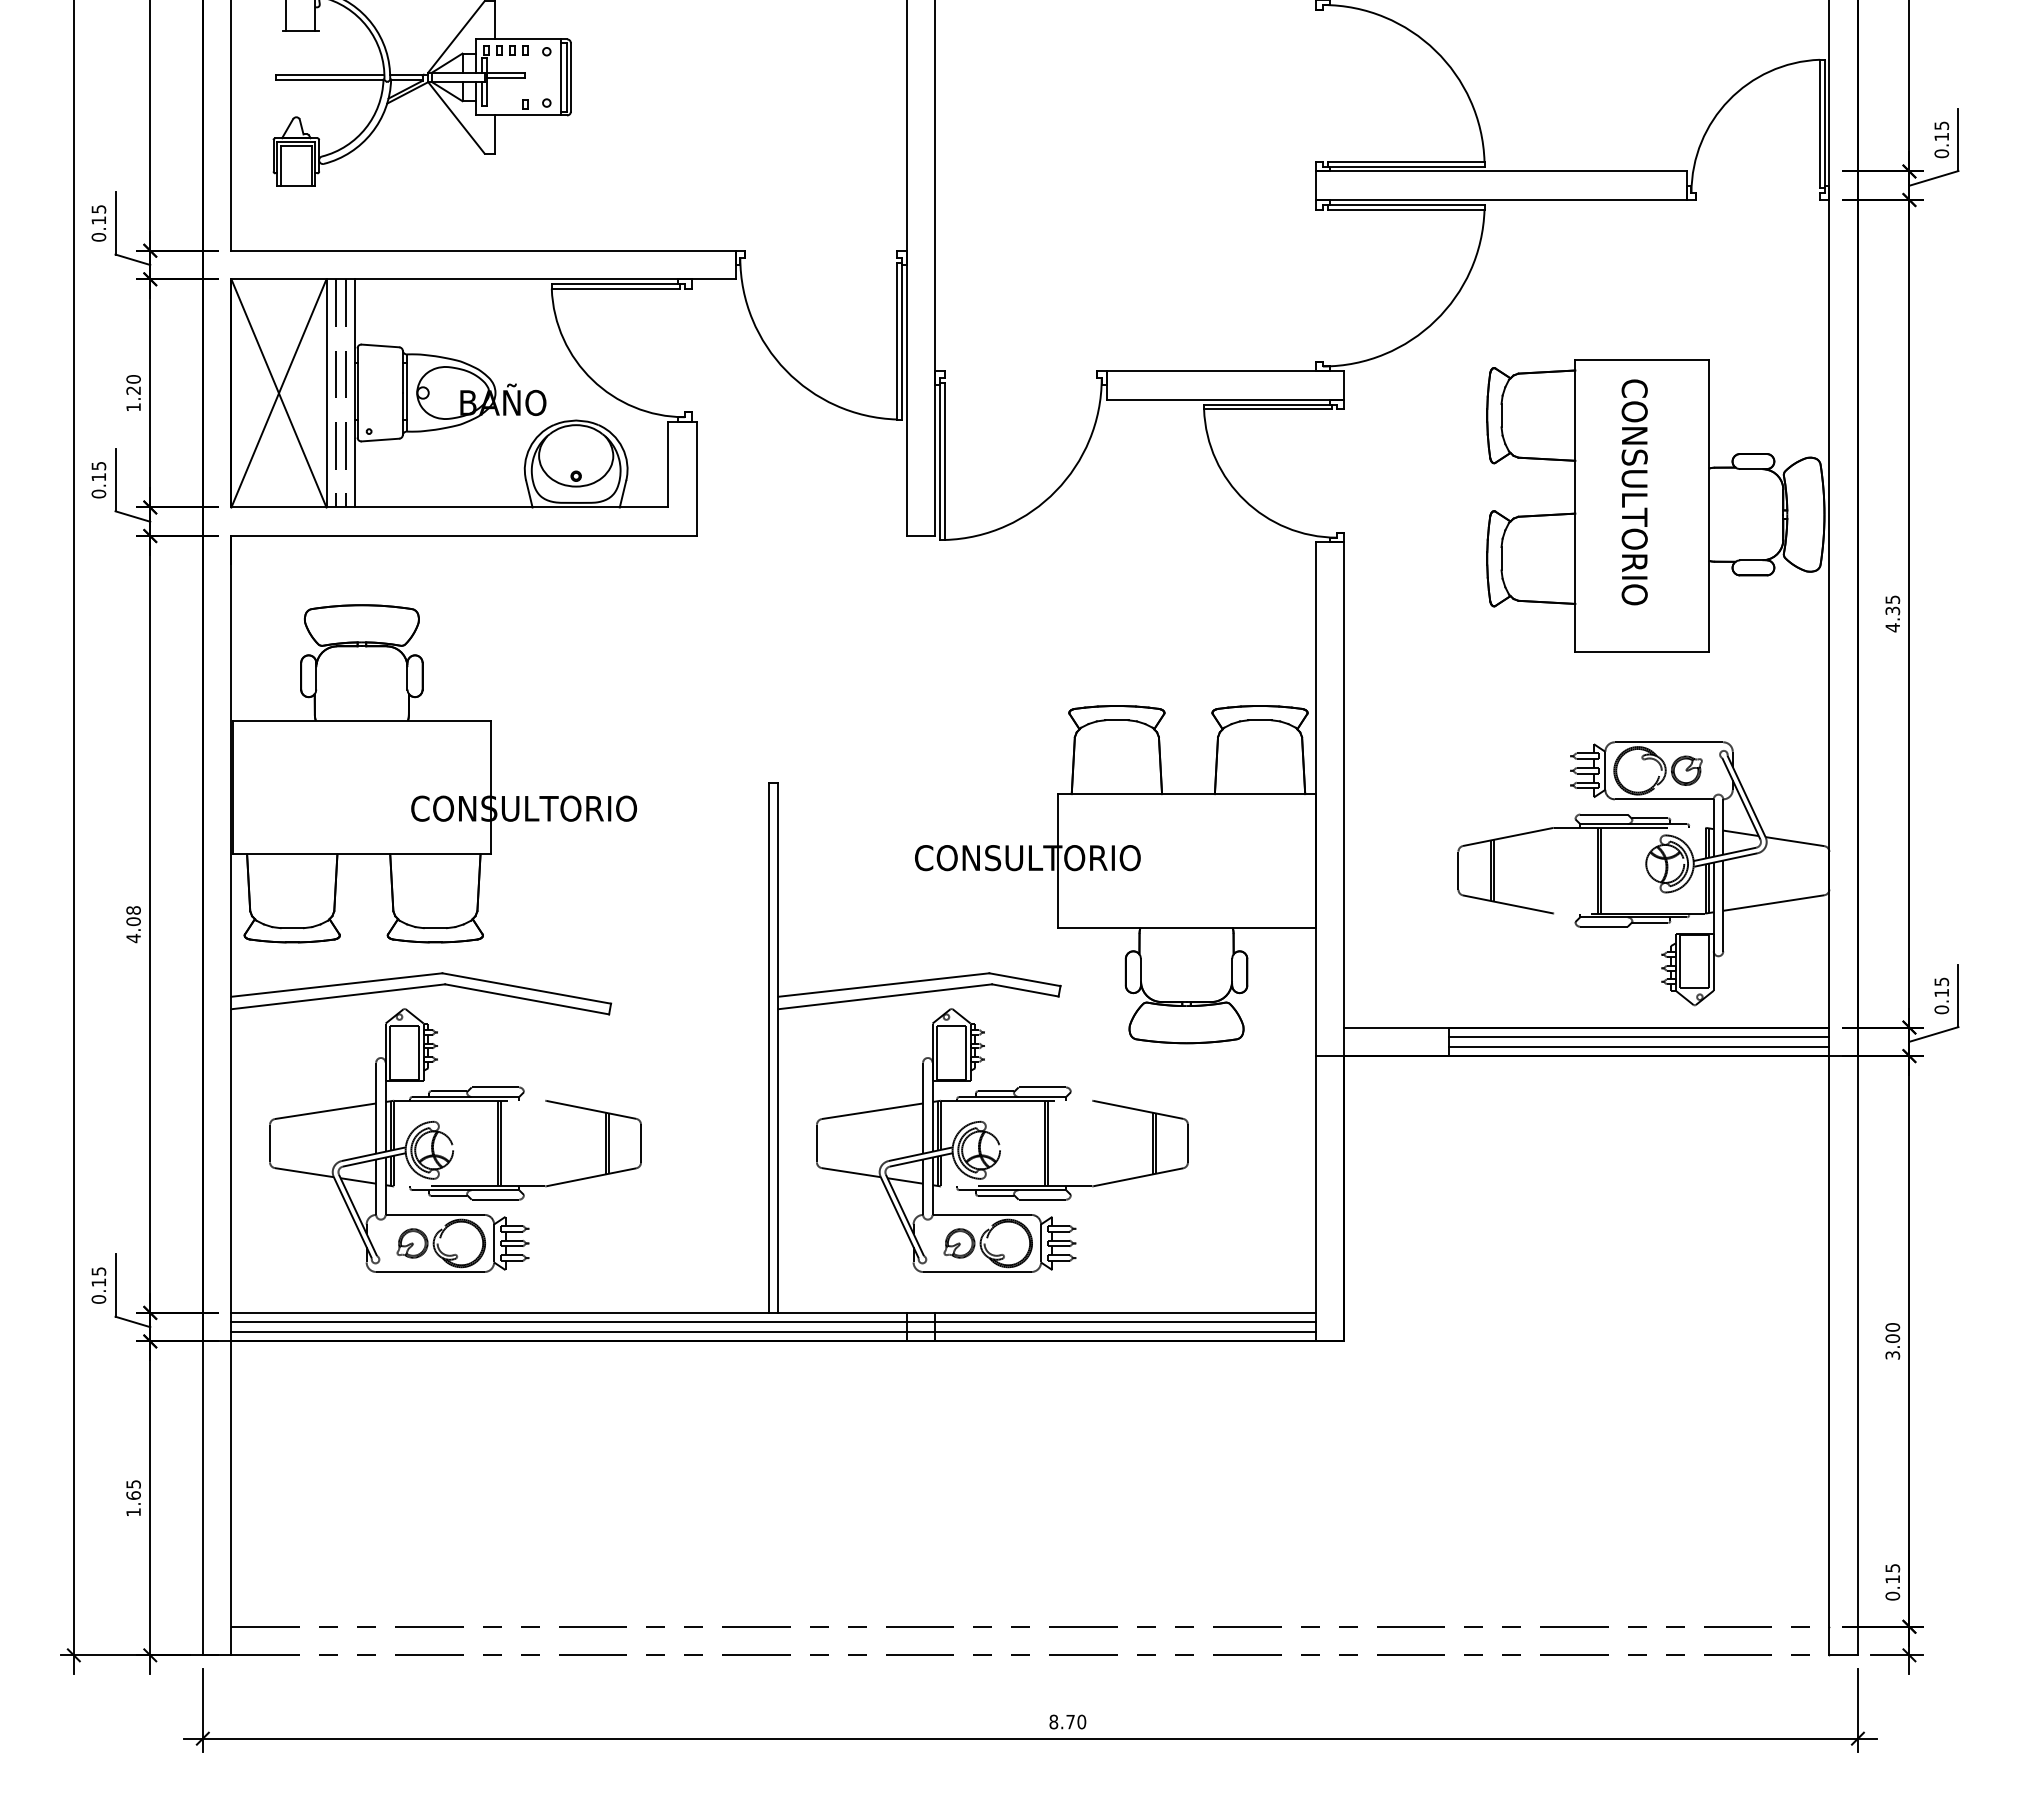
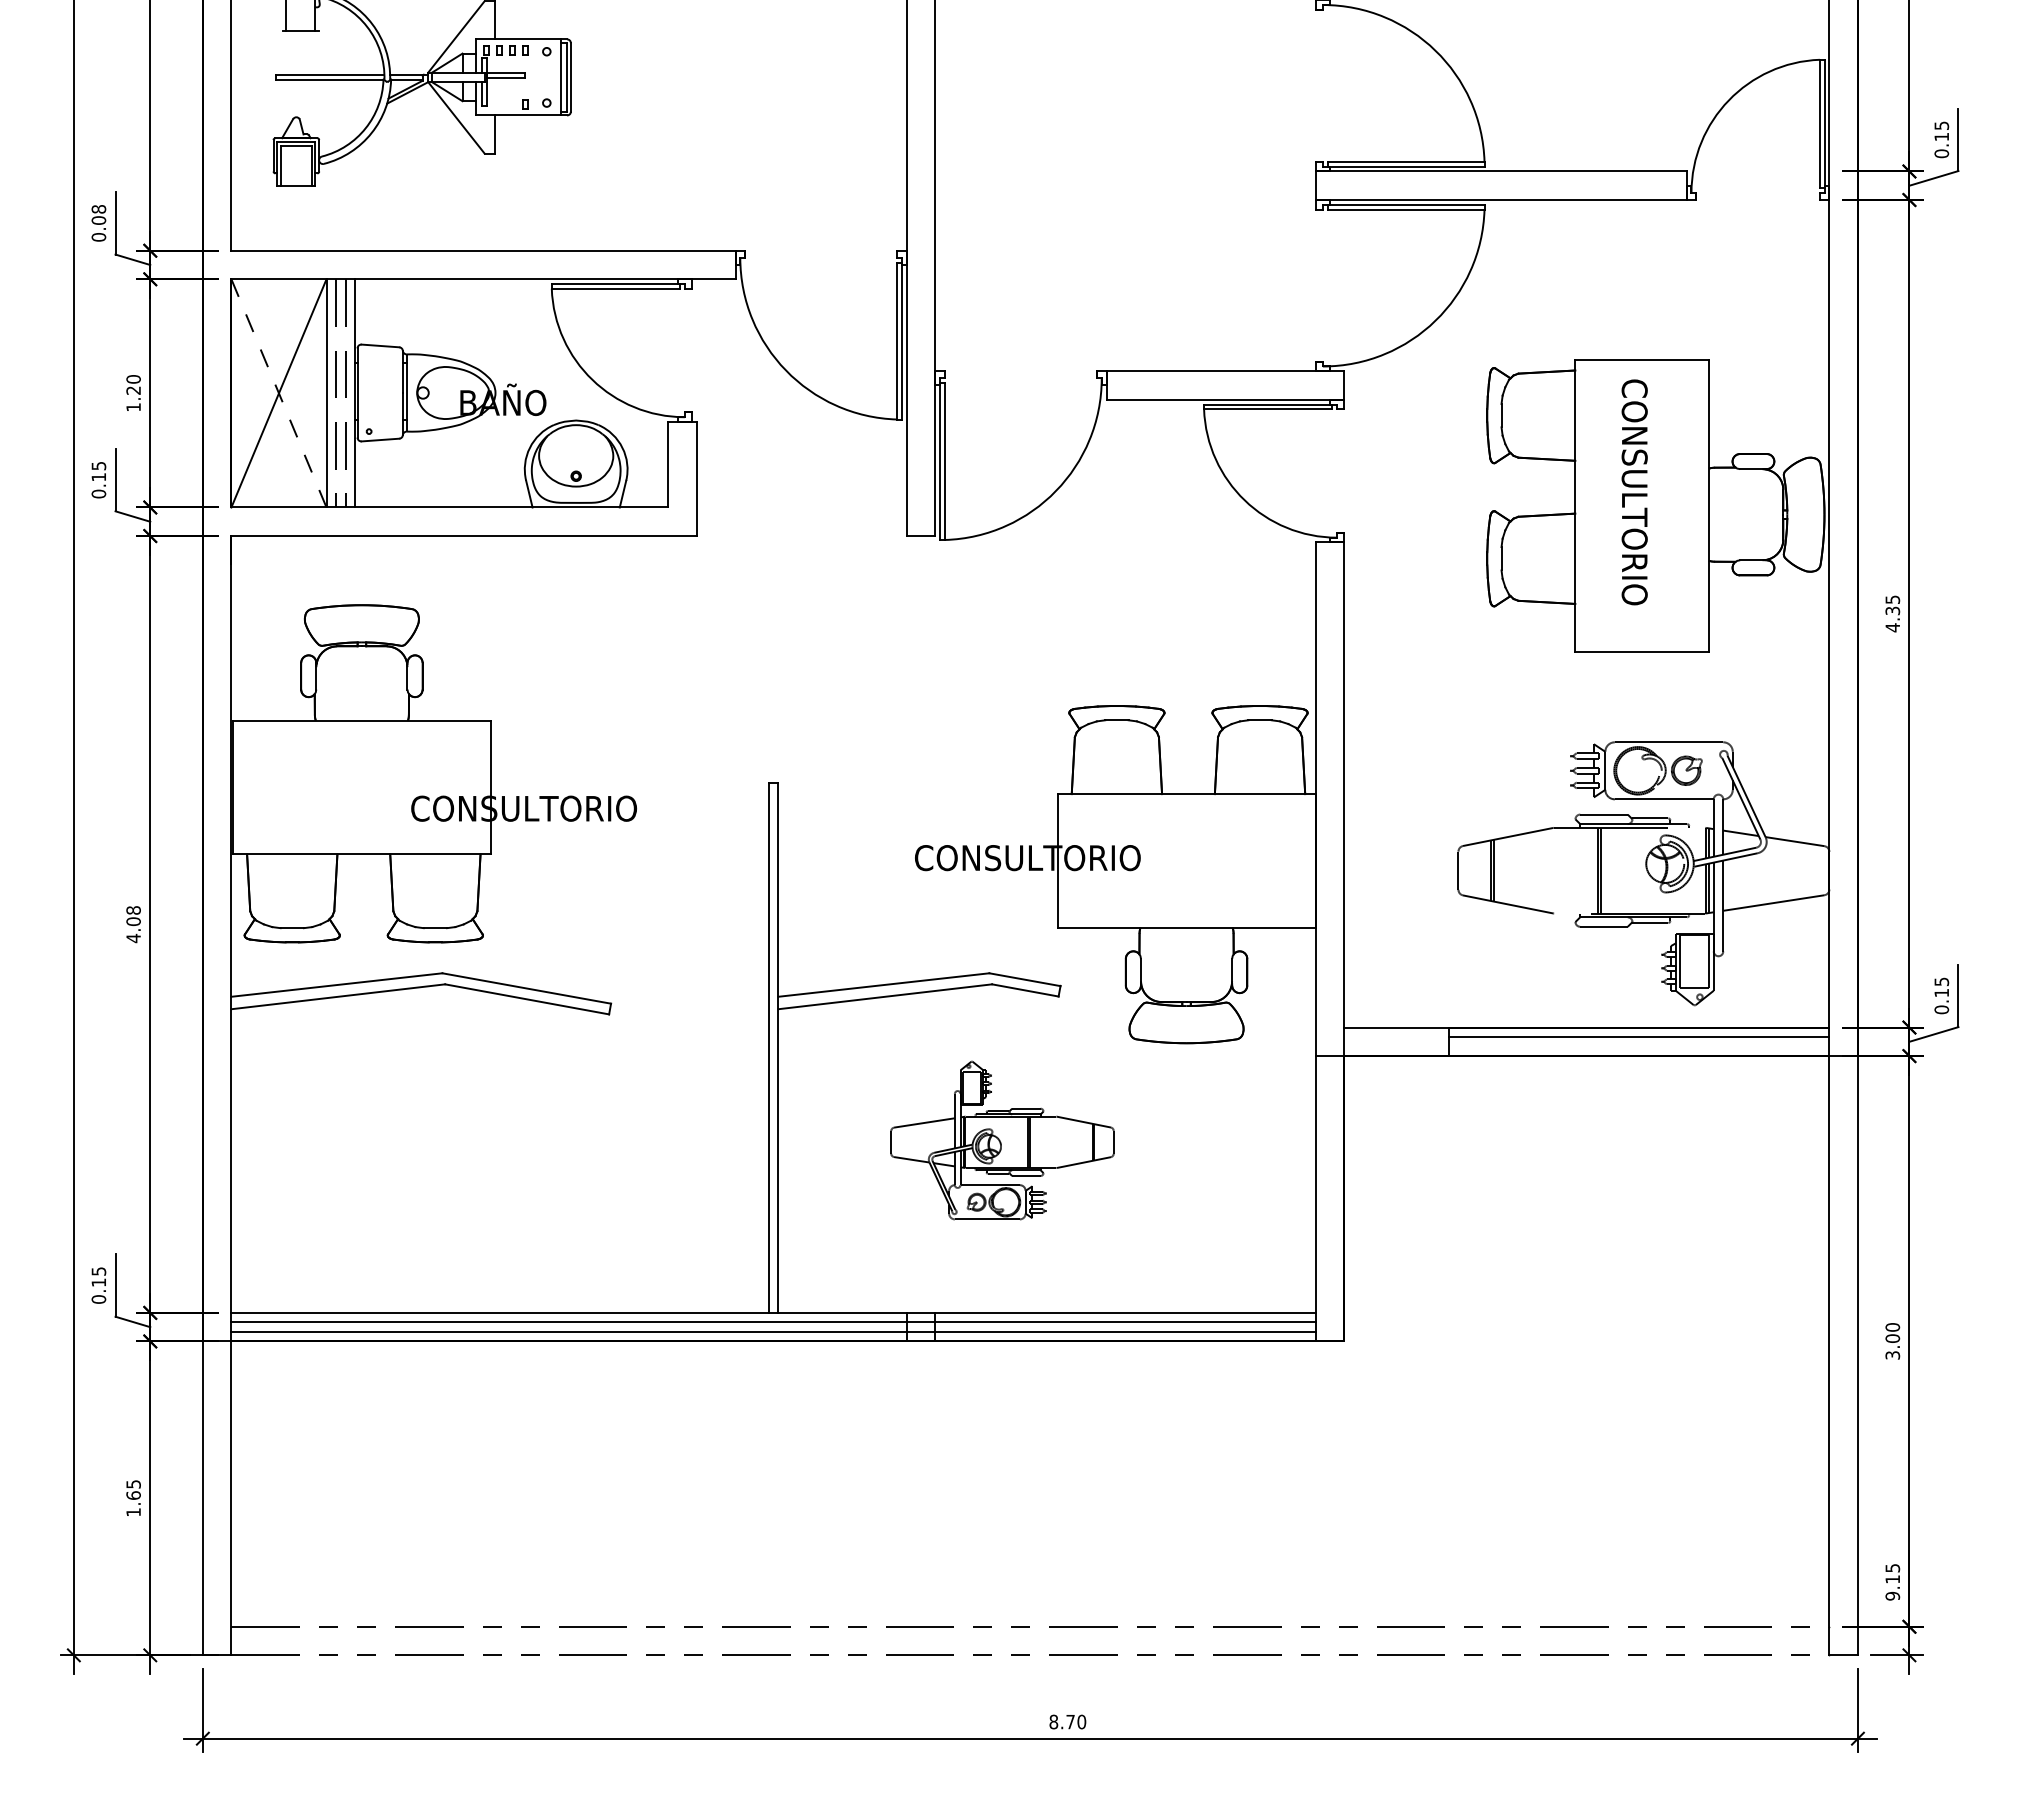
text at (98, 214): 0.15 -> 0.08
line at (278, 393): solid -> dashed
line at (1638, 1046): present -> none
part at (455, 1140): present -> none
part at (1002, 1140) size: 373x265 px -> 225x161 px
text at (1892, 1596): 0.15 -> 9.15
